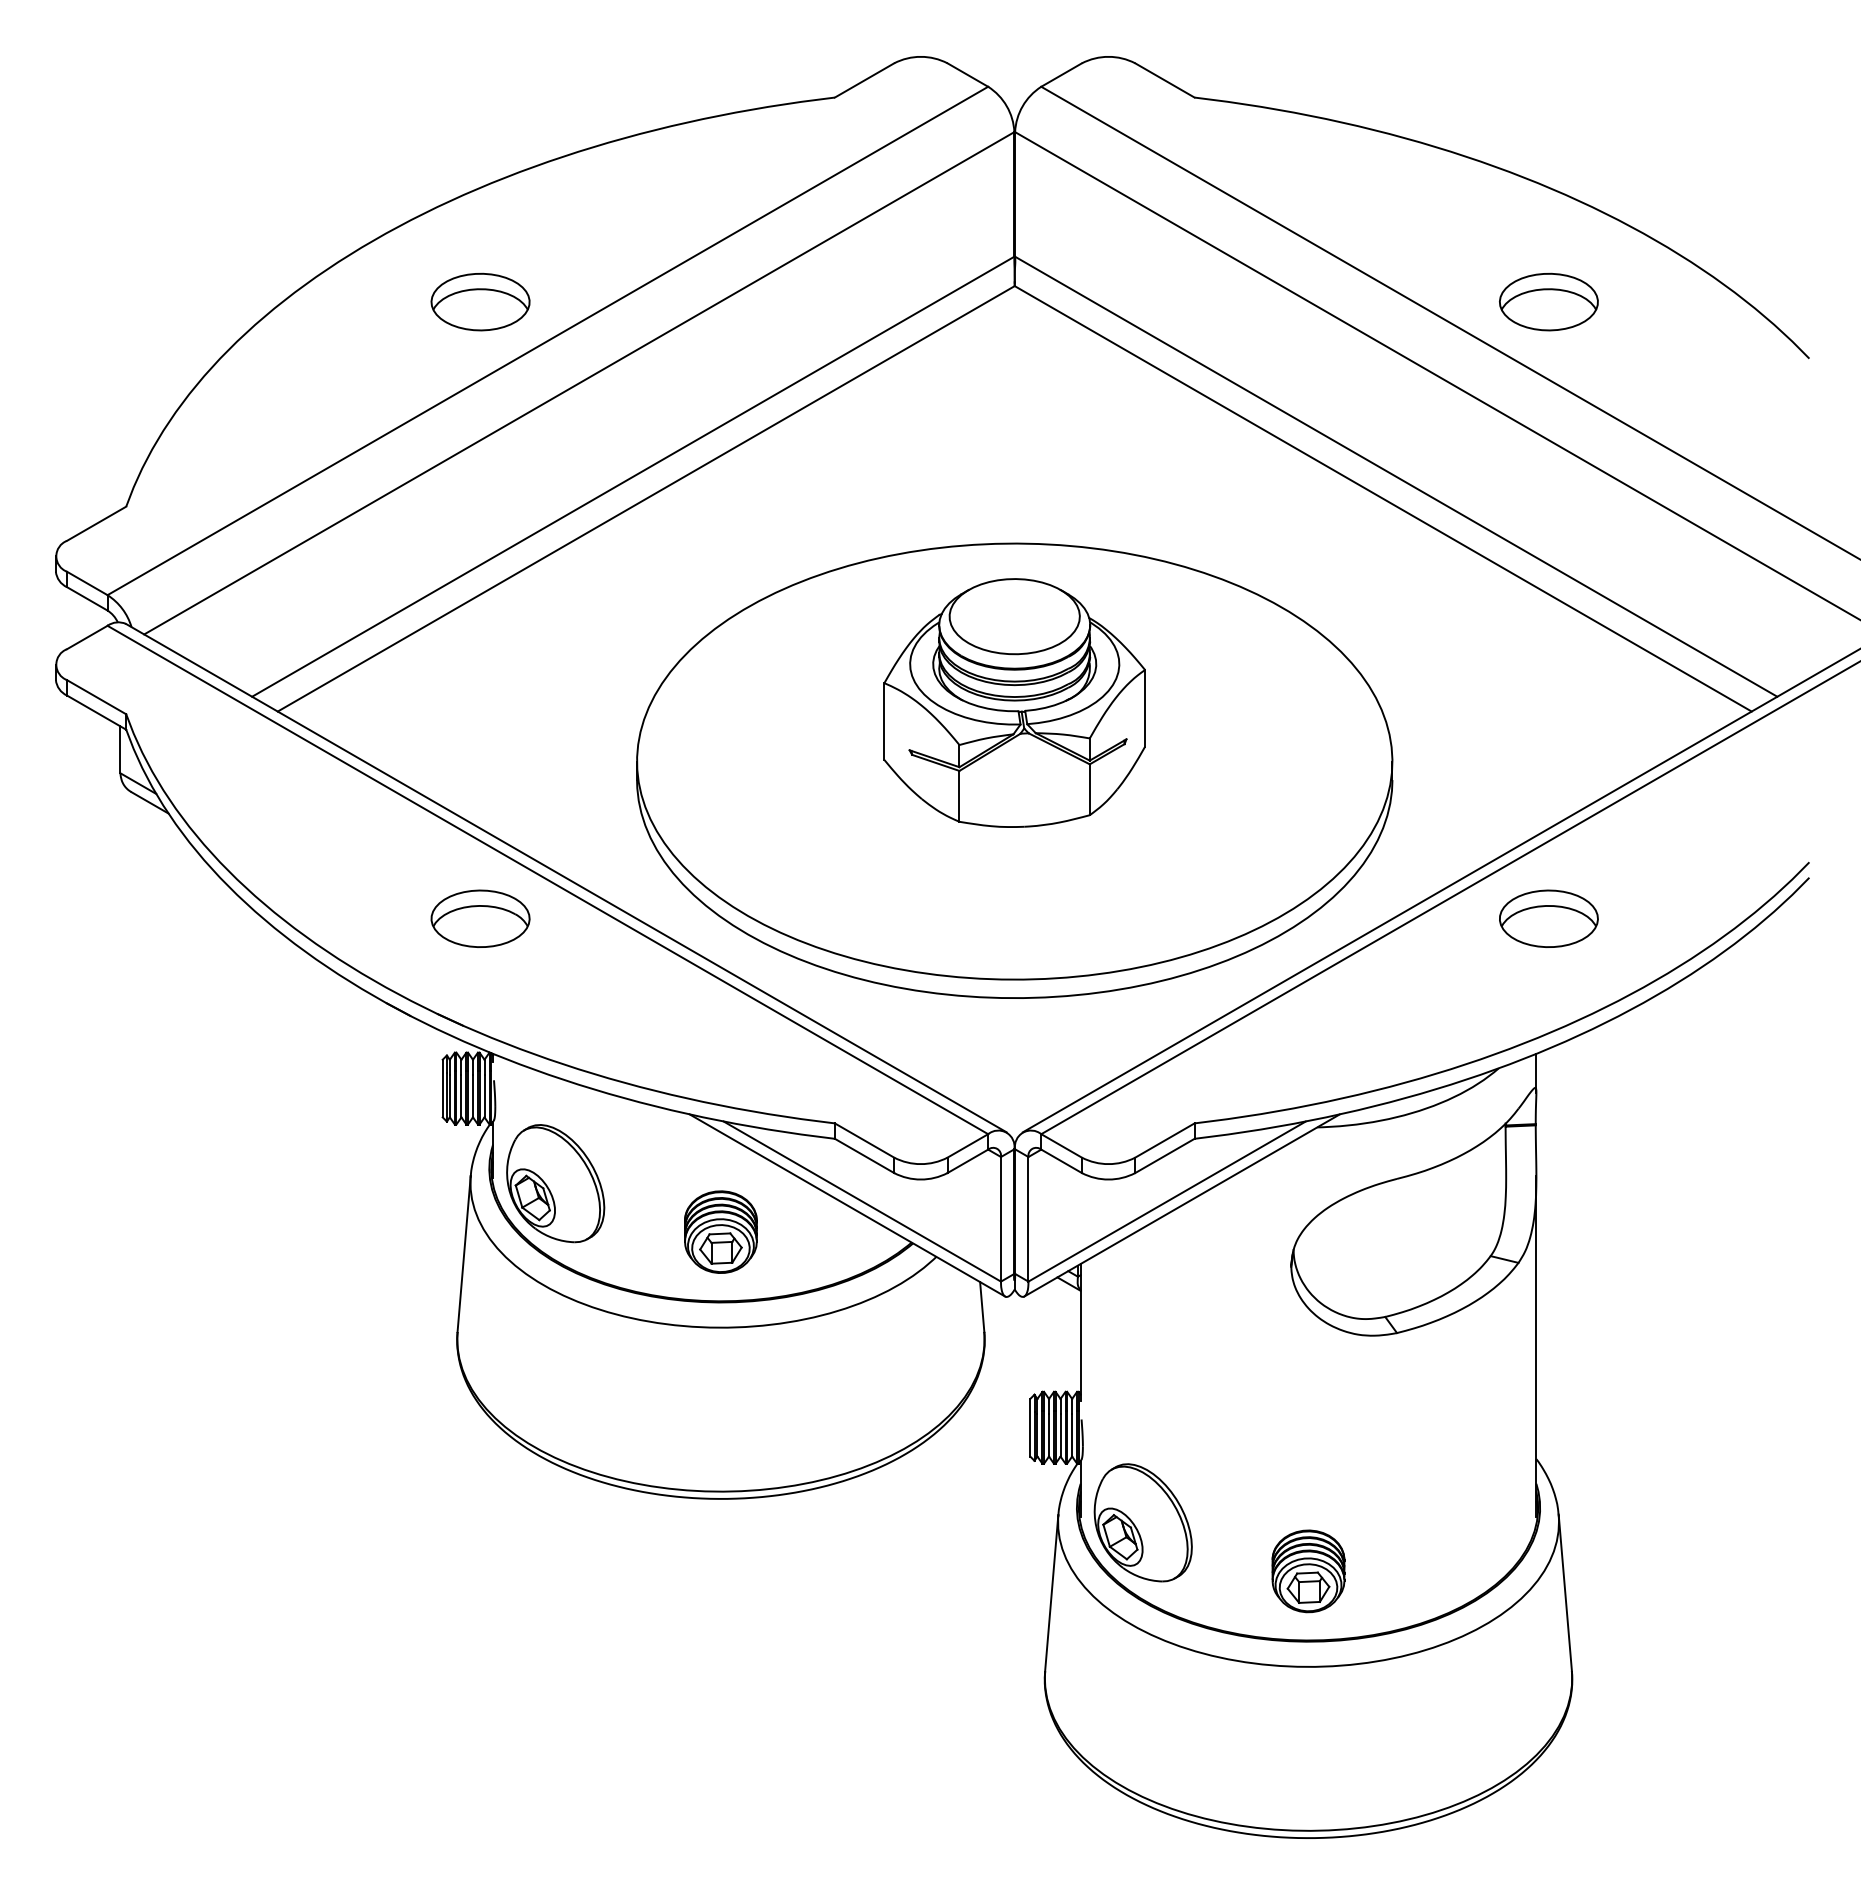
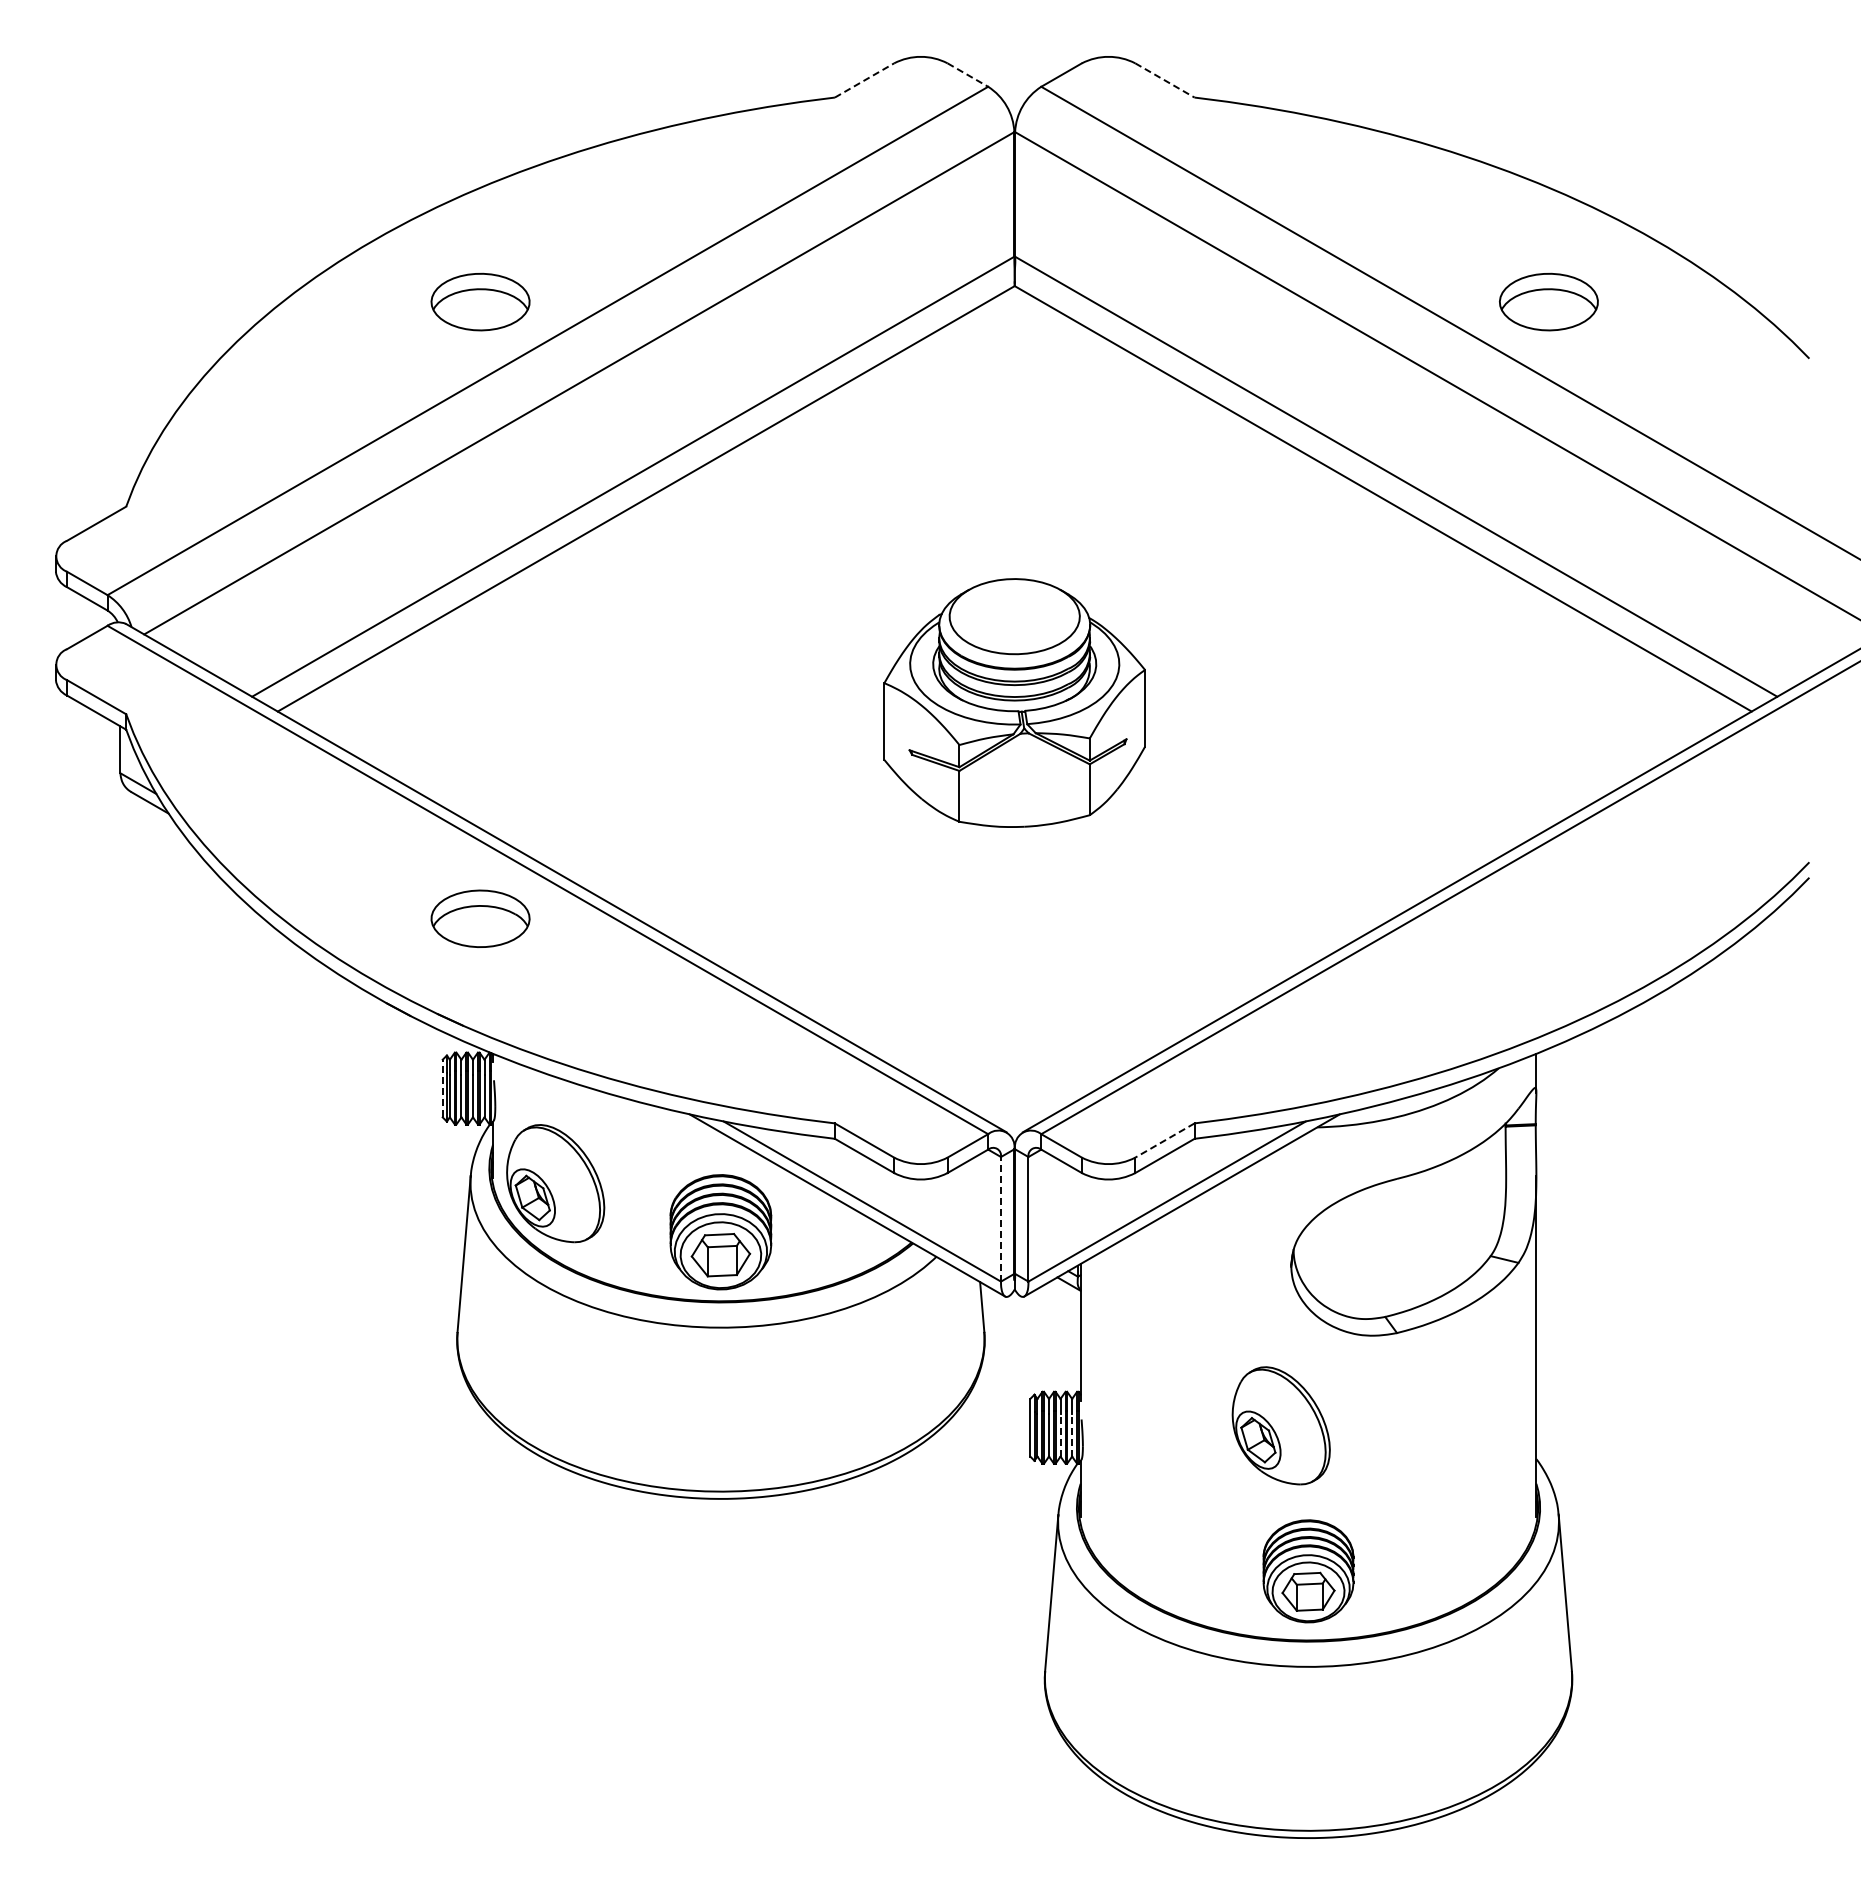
line at (968, 75): solid -> dashed
line at (864, 80): solid -> dashed
line at (1165, 80): solid -> dashed
part at (1014, 770): present -> none
part at (1548, 918): present -> none
line at (442, 1088): solid -> dashed
line at (1164, 1140): solid -> dashed
line at (1001, 1218): solid -> dashed
part at (720, 1231) size: 74x84 px -> 104x117 px
line at (1060, 1434): solid -> dashed
line at (1072, 1434): solid -> dashed
part at (1142, 1522) position: (1142, 1522) -> (1280, 1425)
part at (1308, 1571) size: 75x85 px -> 93x105 px
